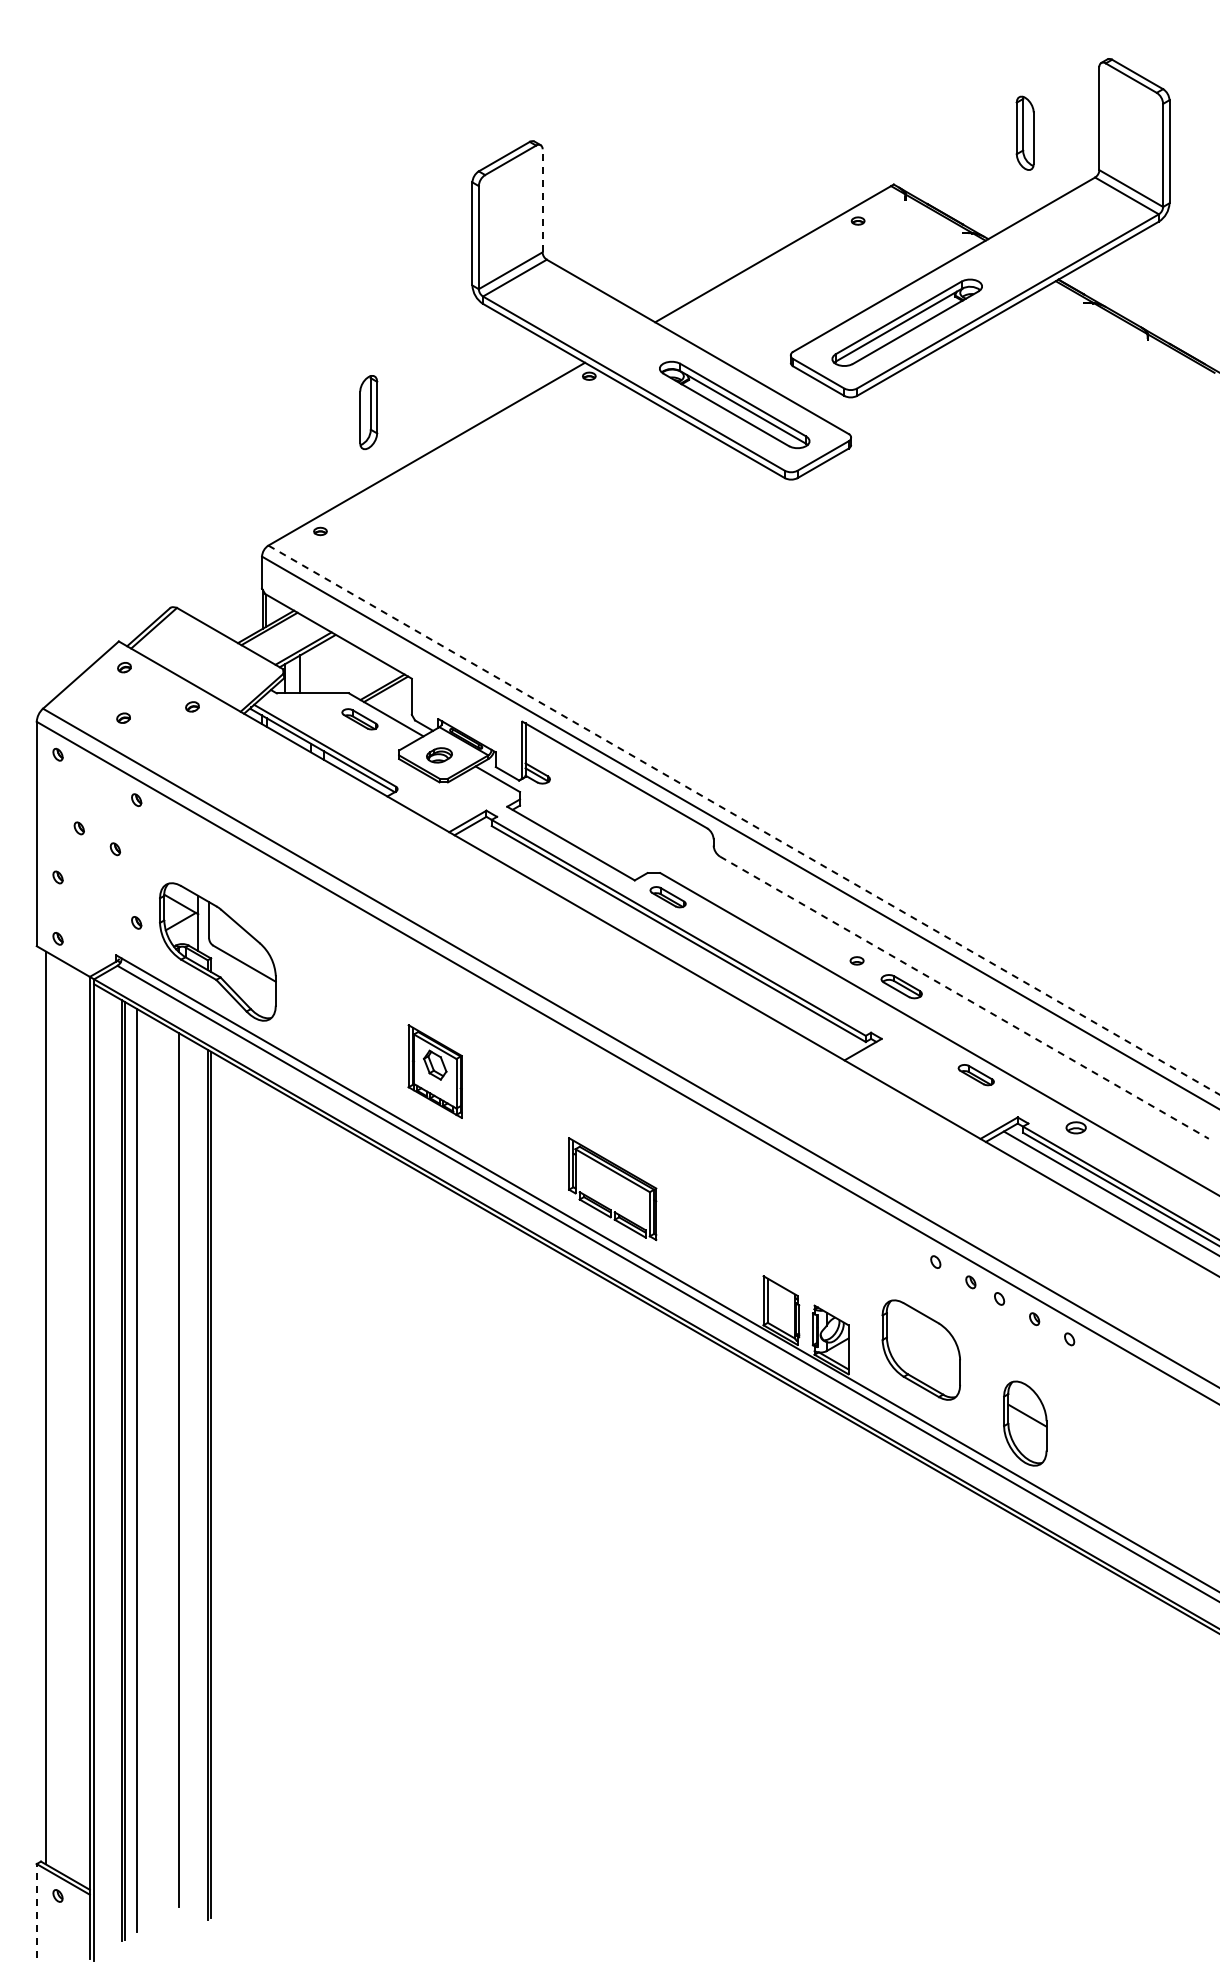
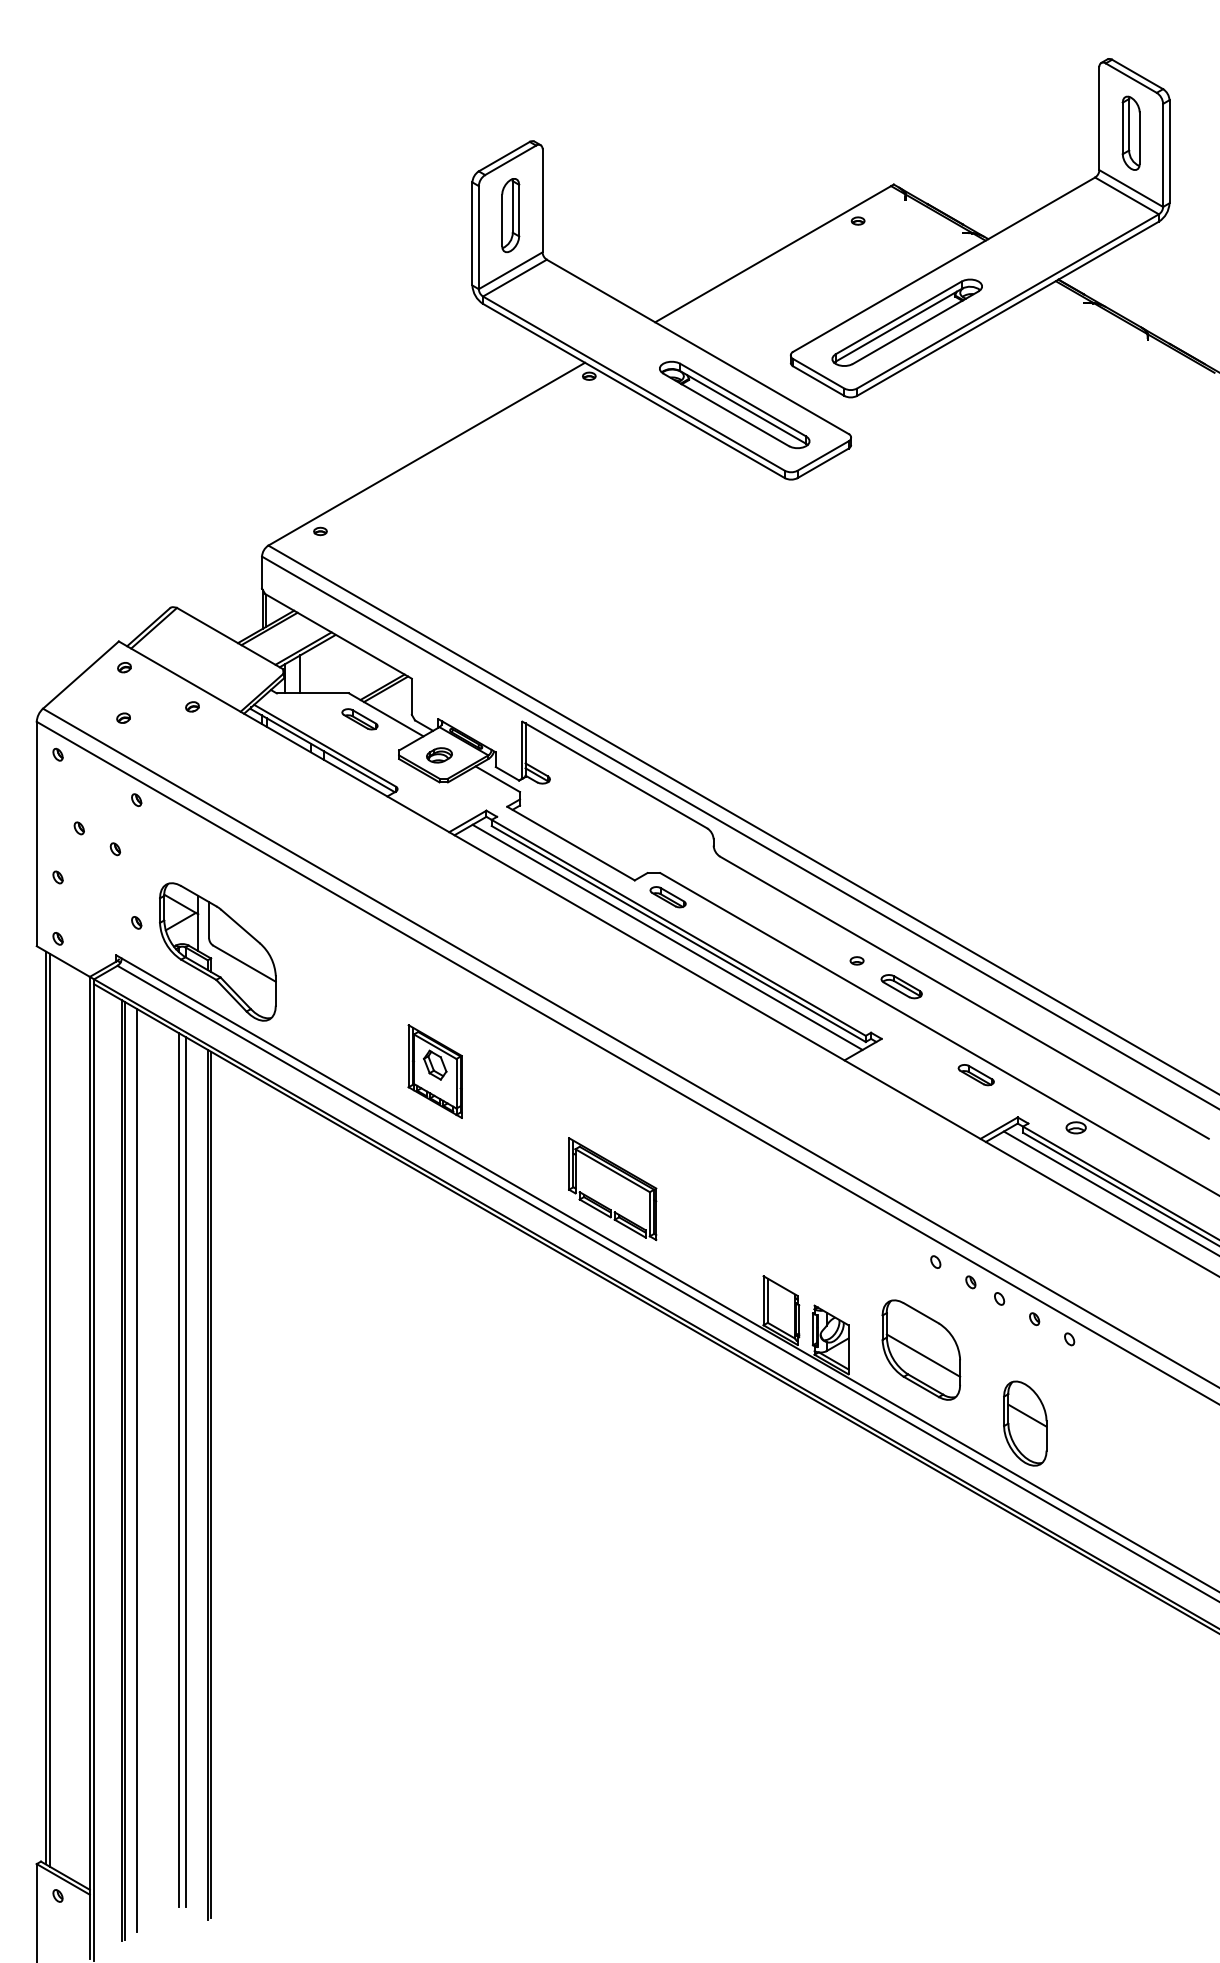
part at (1024, 132) position: (1024, 132) -> (1130, 132)
line at (542, 200): dashed -> solid
part at (368, 412) position: (368, 412) -> (510, 215)
line at (744, 820): dashed -> solid
line at (667, 936): none -> present
line at (964, 997): dashed -> solid
line at (923, 1355): none -> present
line at (49, 1409): none -> present
line at (185, 1471): none -> present
line at (36, 1912): dashed -> solid
